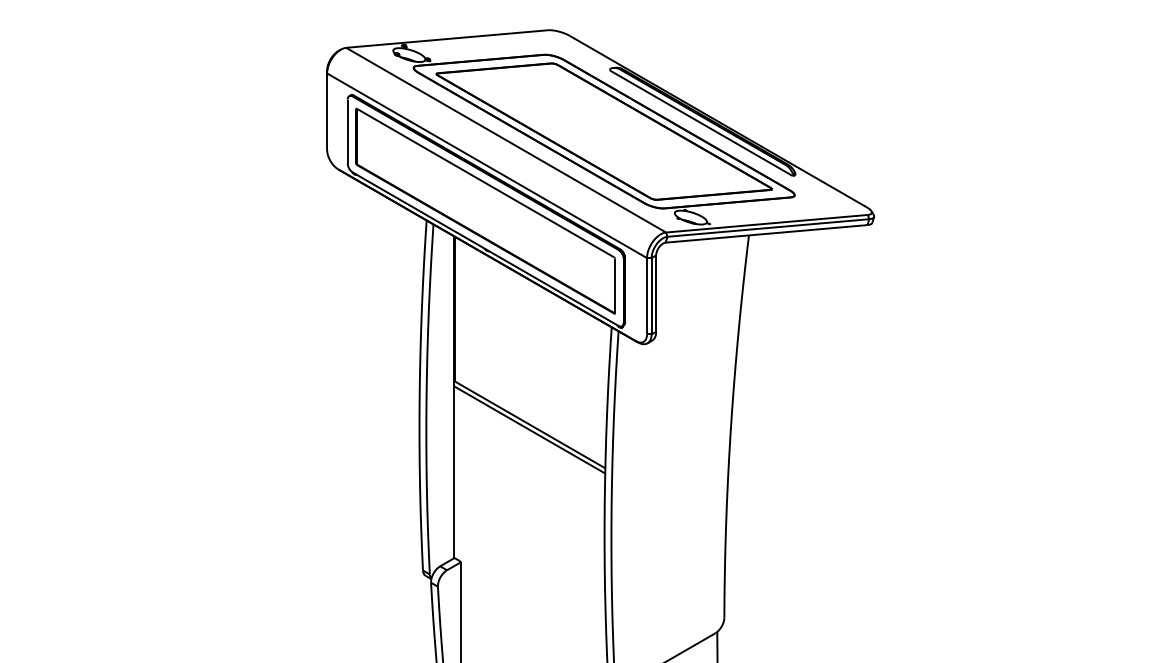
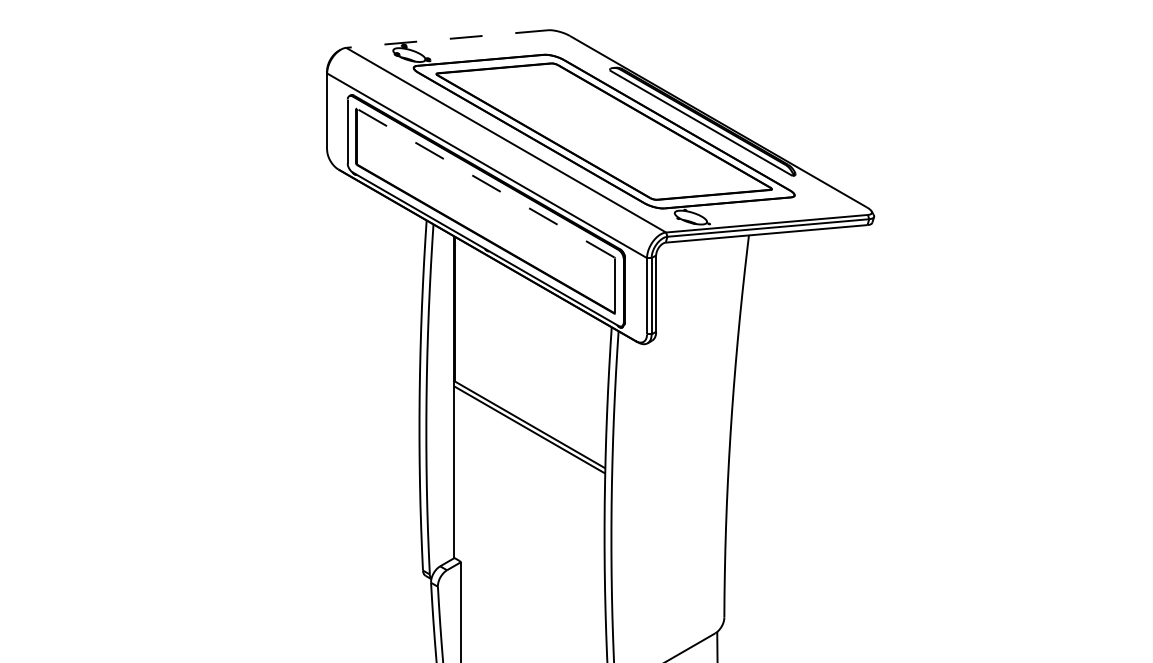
line at (446, 39): solid -> dashed
line at (485, 183): solid -> dashed
